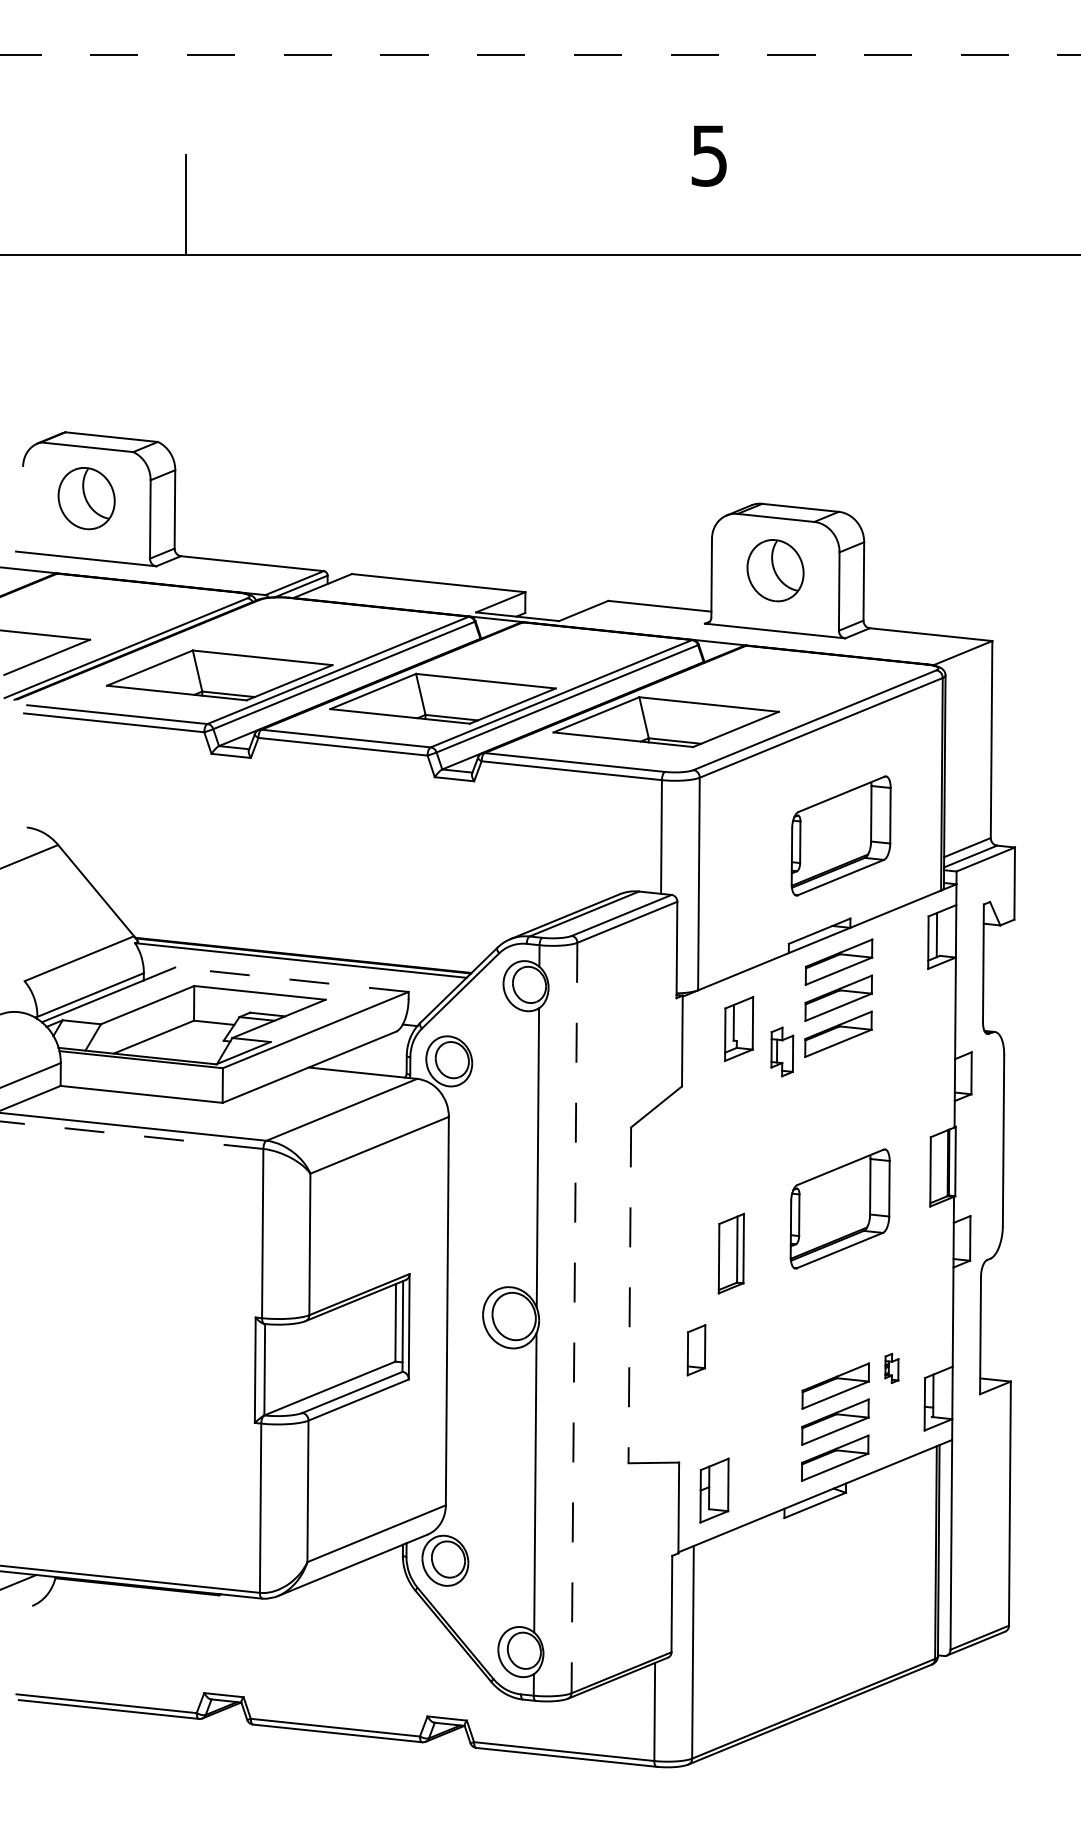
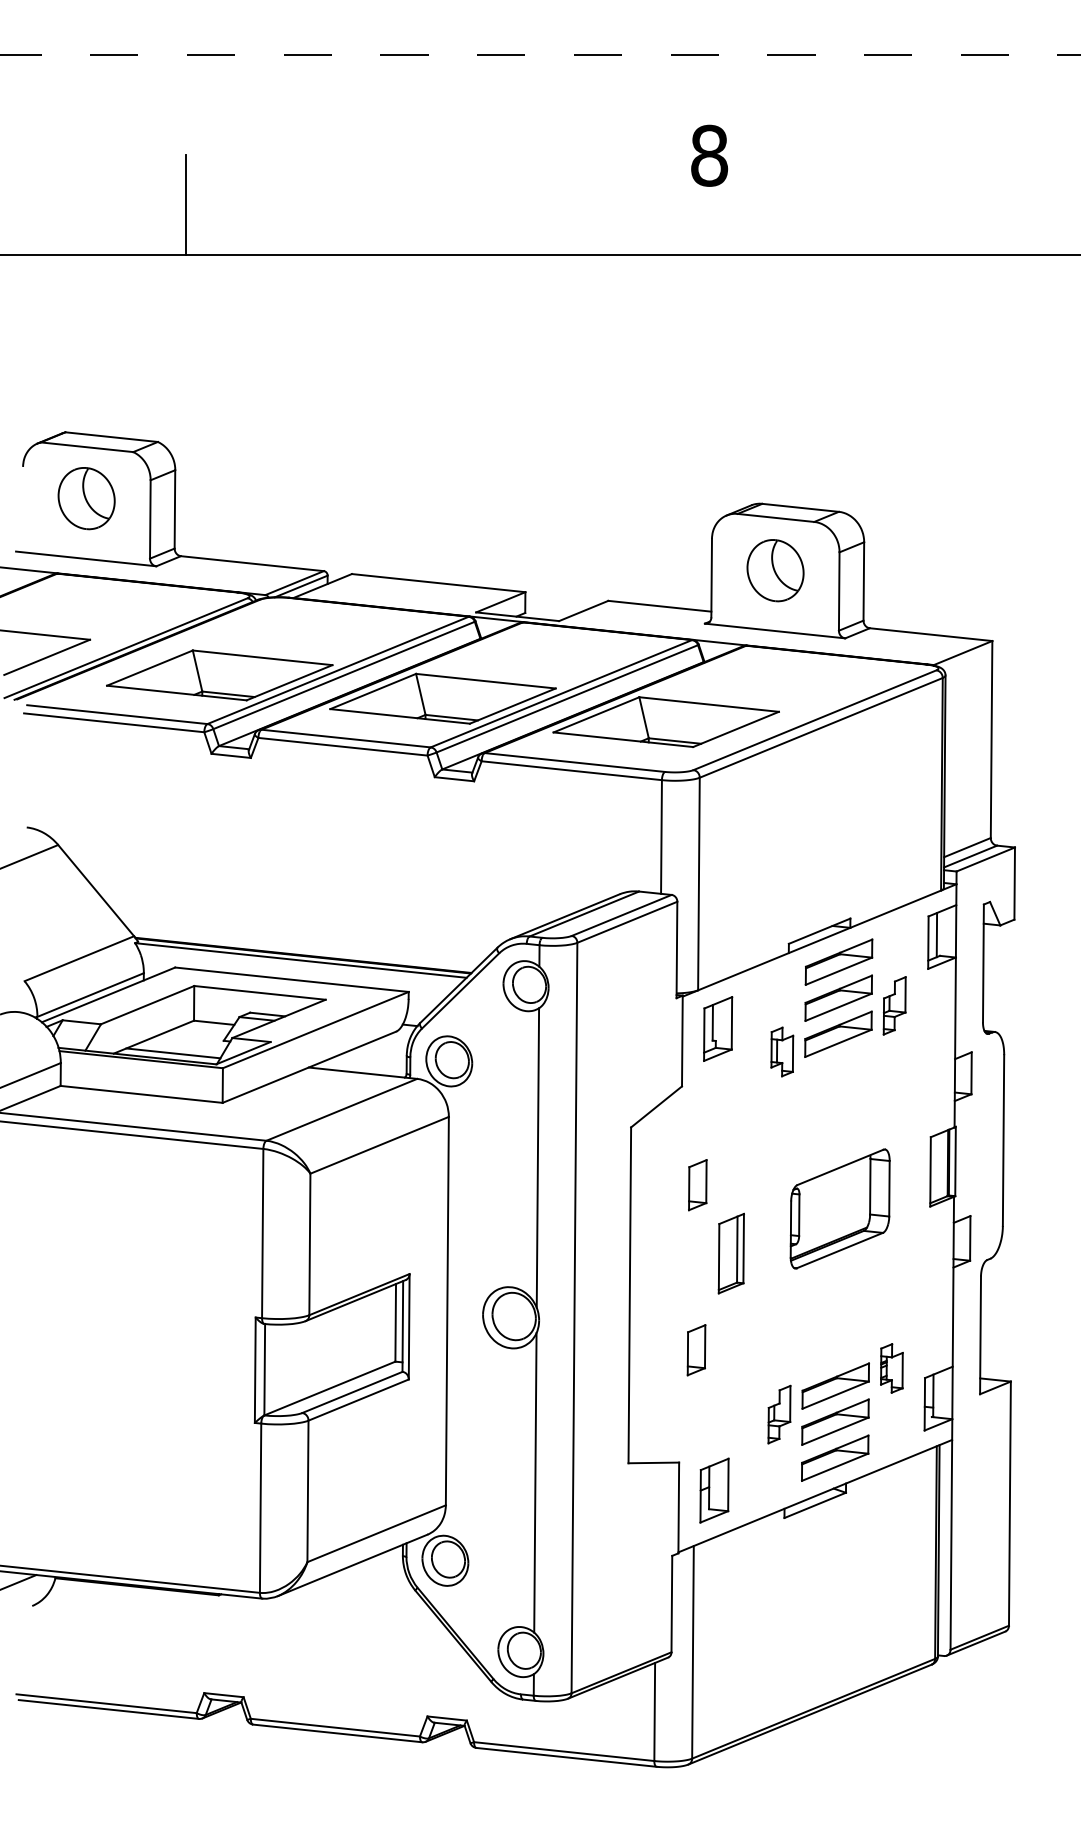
text at (709, 155): 5 -> 8
part at (840, 835): present -> none
line at (291, 979): dashed -> solid
part at (894, 1005): none -> present
part at (739, 1028) position: (739, 1028) -> (718, 1028)
line at (173, 1053): none -> present
line at (131, 1135): dashed -> solid
part at (697, 1185): none -> present
line at (629, 1295): dashed -> solid
line at (574, 1318): dashed -> solid
part at (891, 1367) size: 16x32 px -> 24x51 px
part at (779, 1414): none -> present
